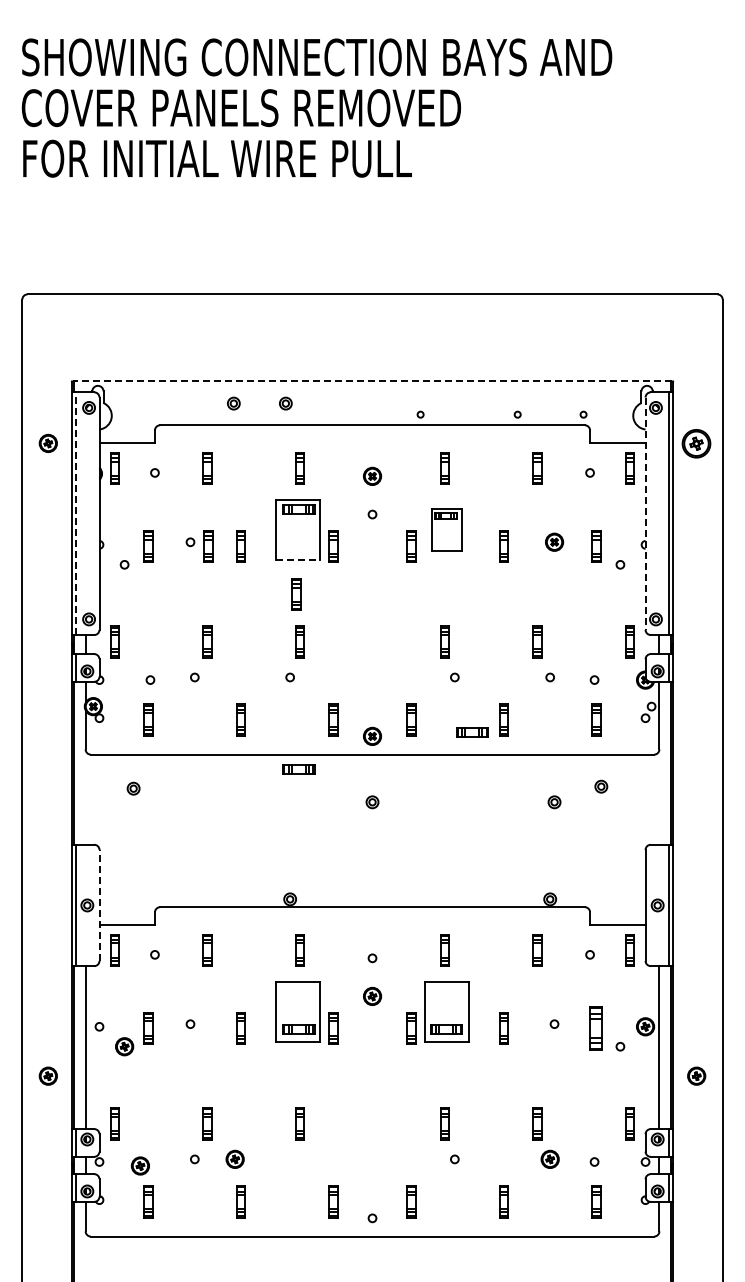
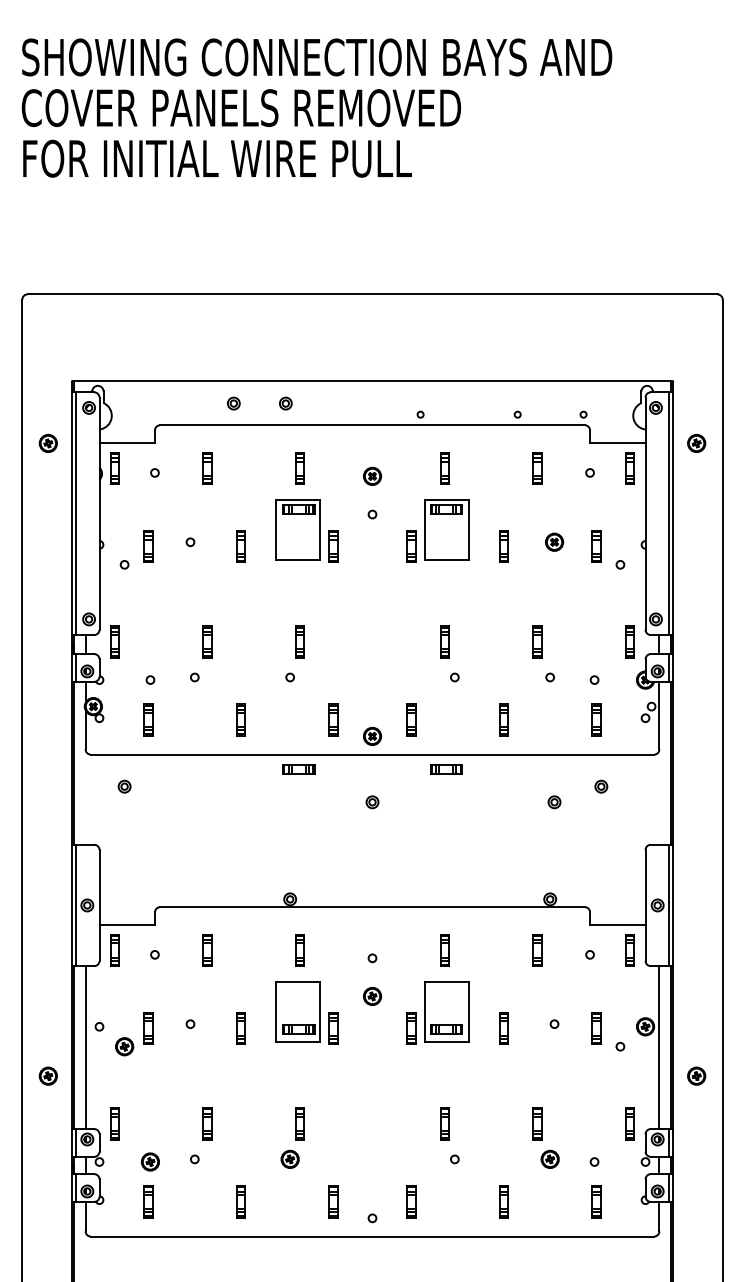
line at (372, 381): dashed -> solid
part at (696, 443) size: 31x30 px -> 20x20 px
line at (76, 513): dashed -> solid
line at (645, 514): dashed -> solid
part at (446, 529) size: 32x44 px -> 46x62 px
part at (208, 546): present -> none
line at (297, 560): dashed -> solid
part at (296, 594): present -> none
part at (472, 732) position: (472, 732) -> (446, 769)
part at (133, 788) position: (133, 788) -> (124, 786)
line at (99, 904): dashed -> solid
part at (595, 1028) size: 14x45 px -> 11x33 px
part at (234, 1158) position: (234, 1158) -> (289, 1158)
part at (139, 1165) position: (139, 1165) -> (149, 1161)
